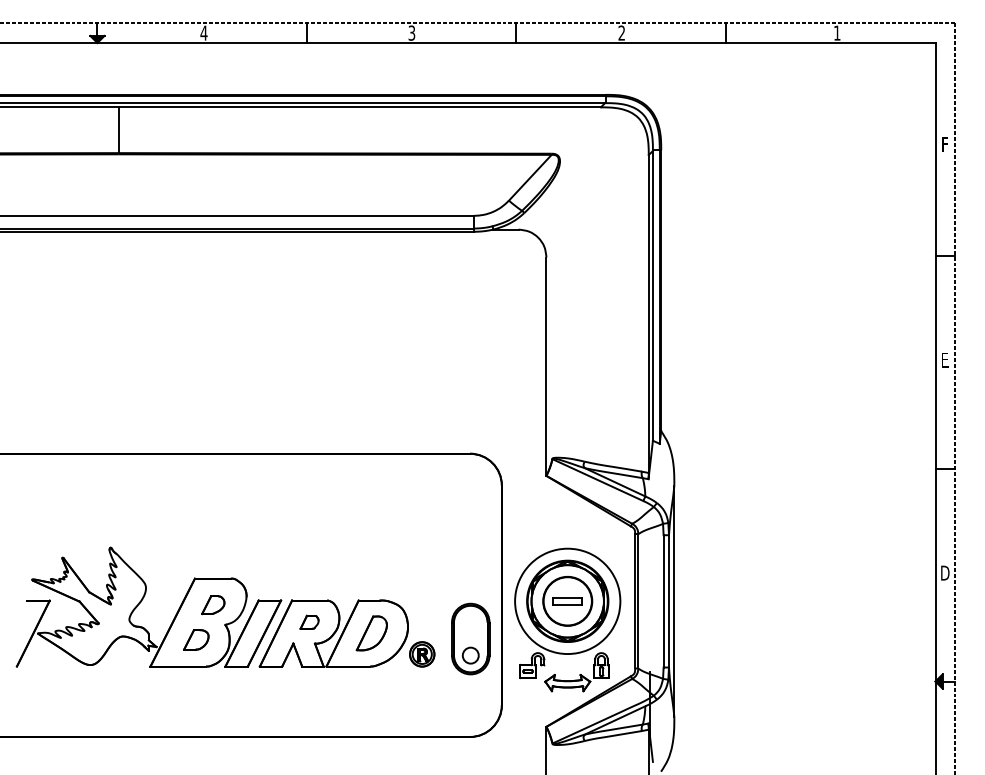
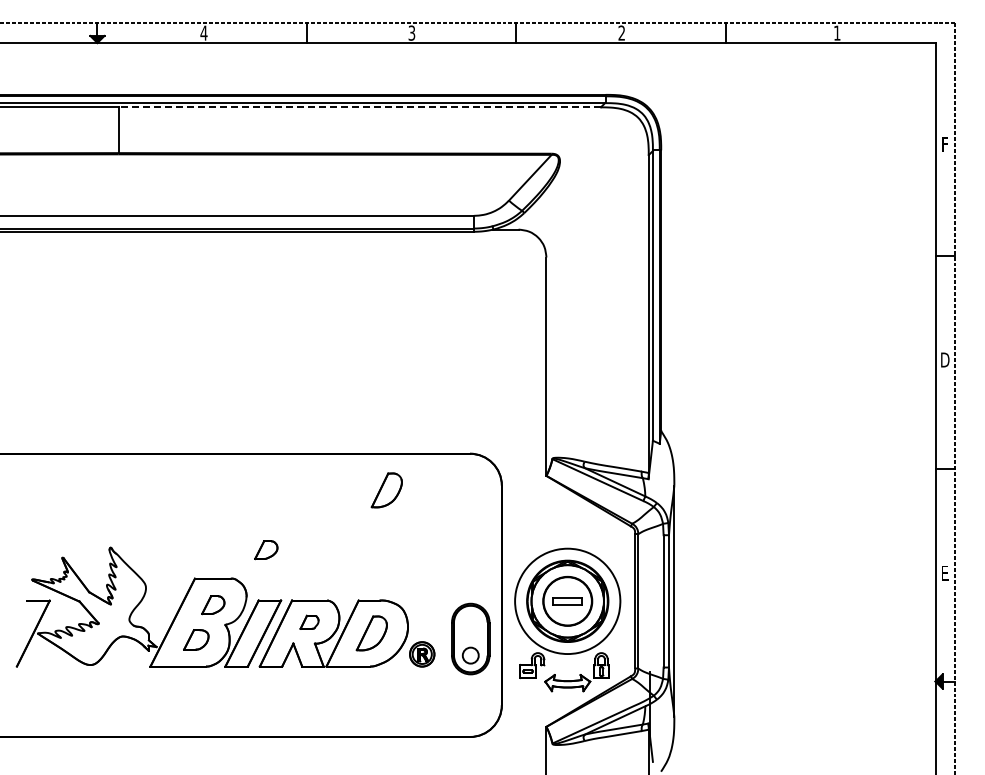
line at (359, 107): solid -> dashed
text at (945, 359): E -> D
part at (386, 490): none -> present
part at (266, 550): none -> present
text at (945, 572): D -> E
